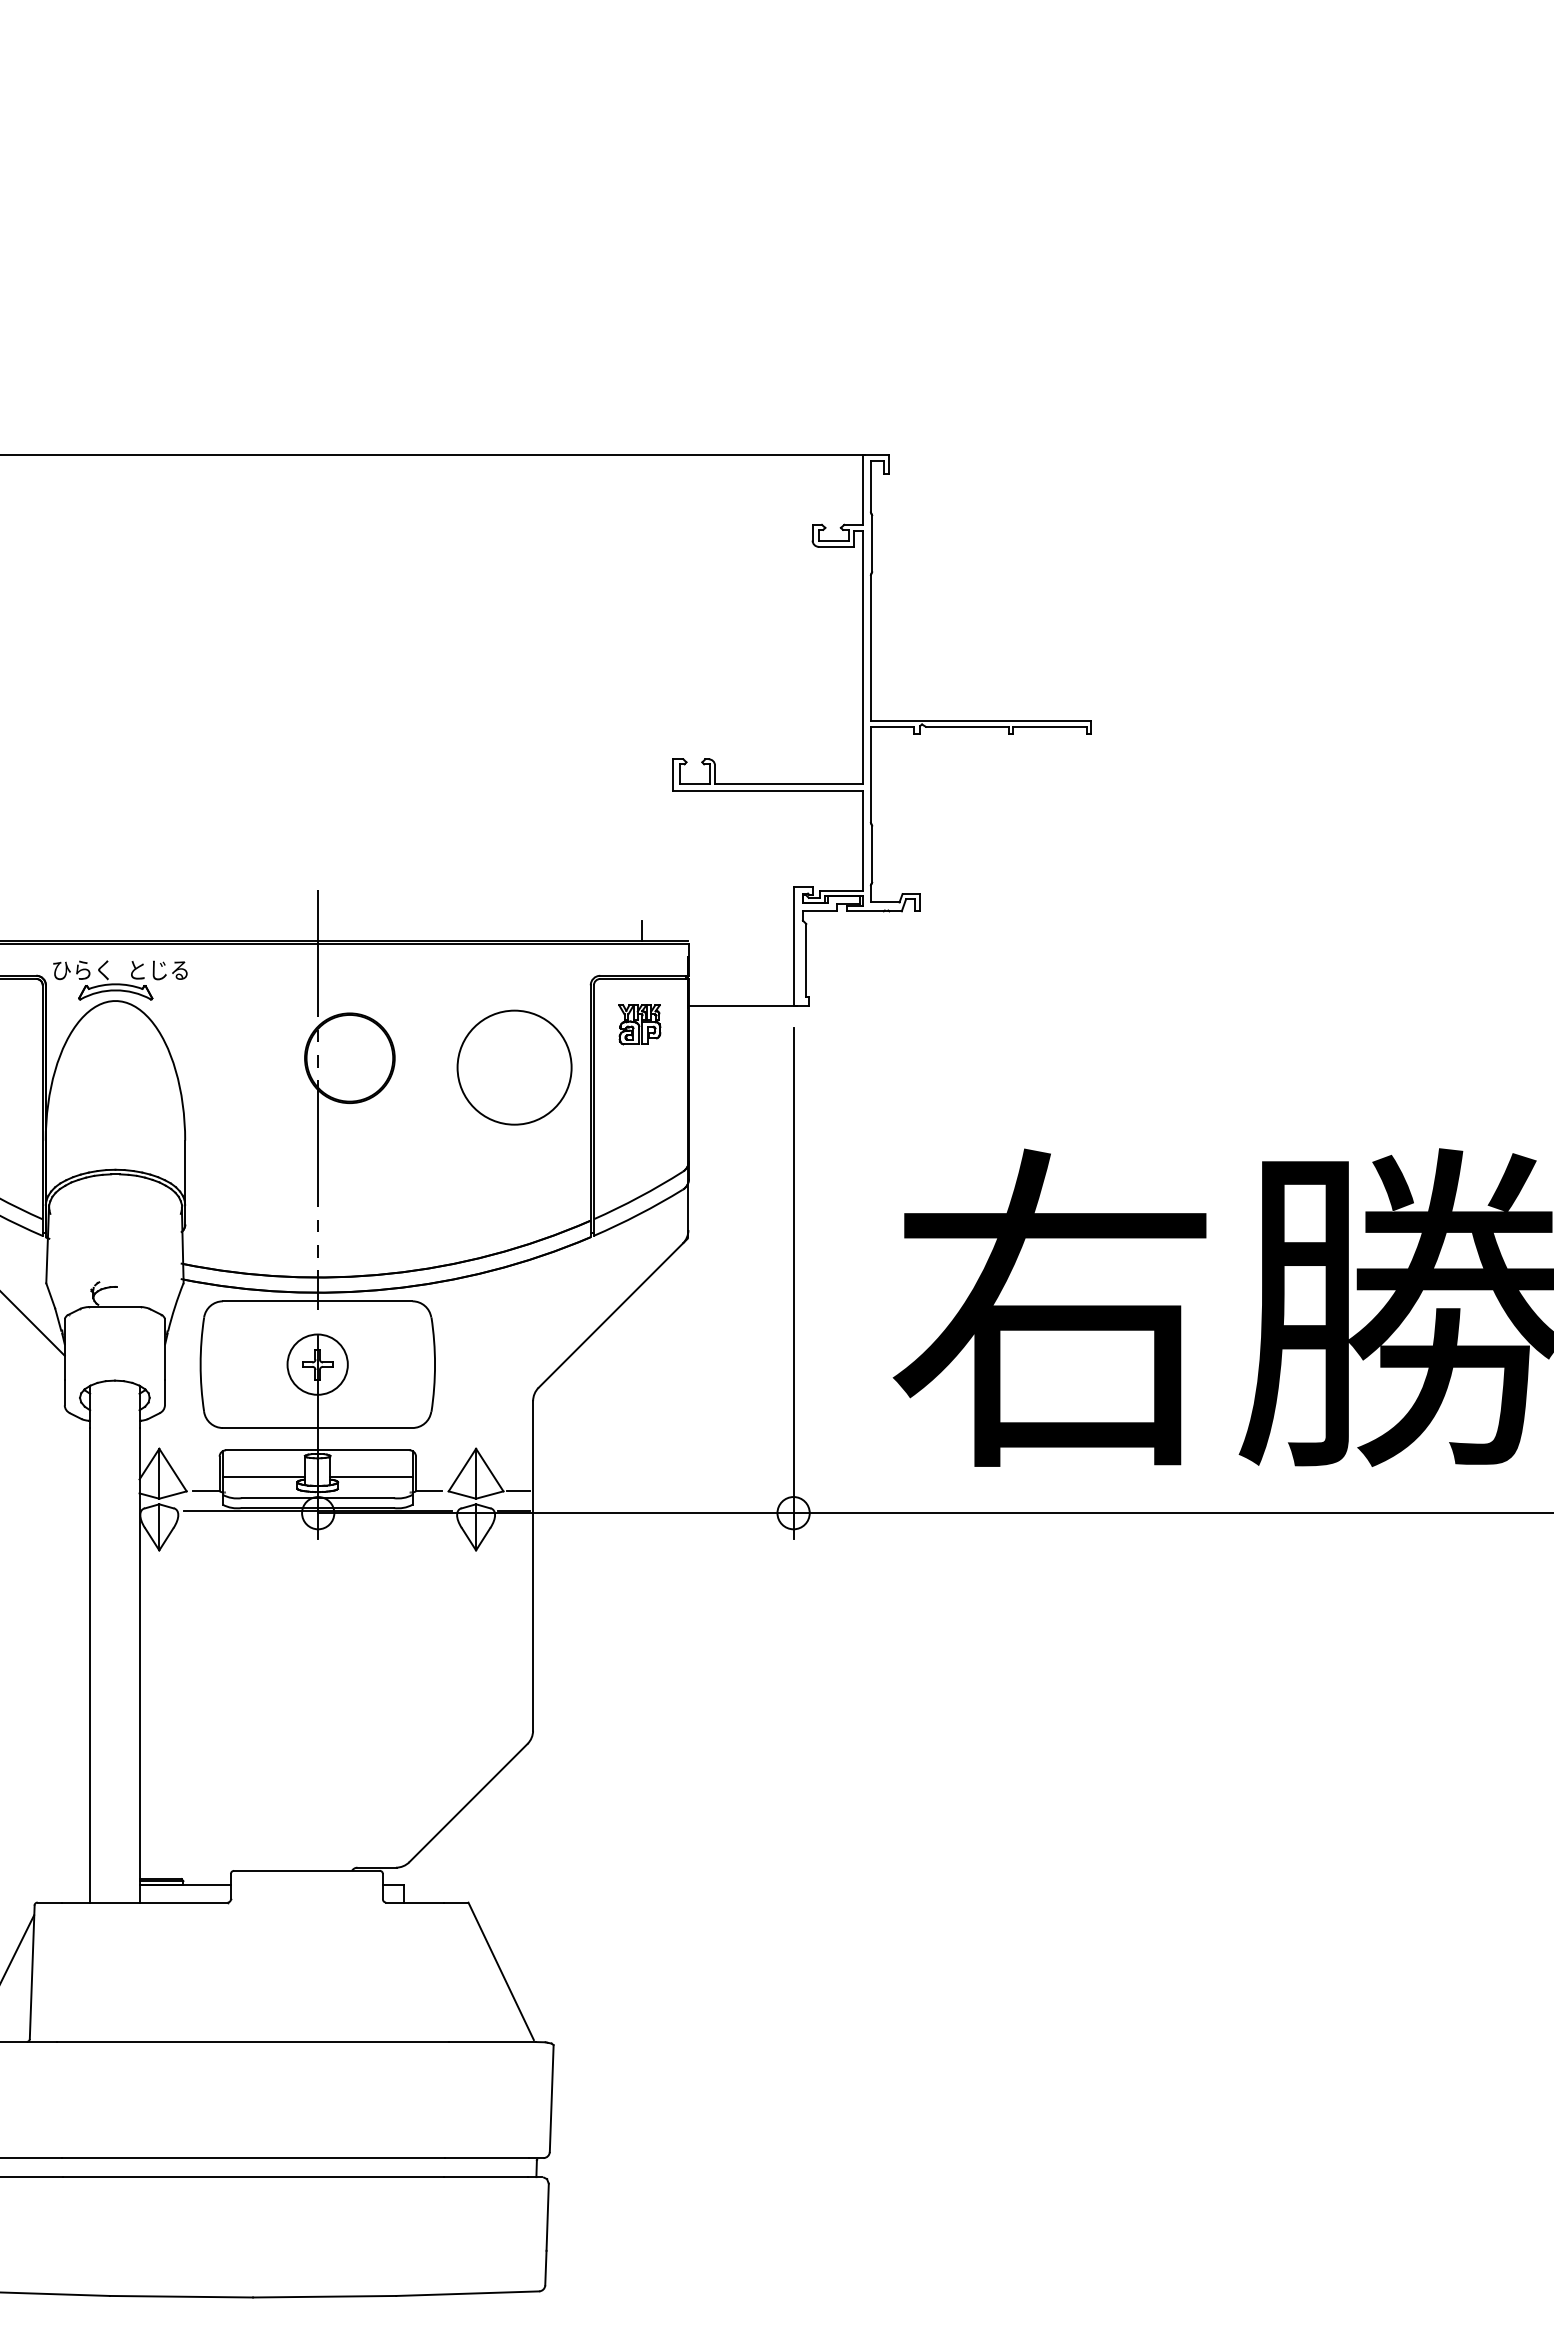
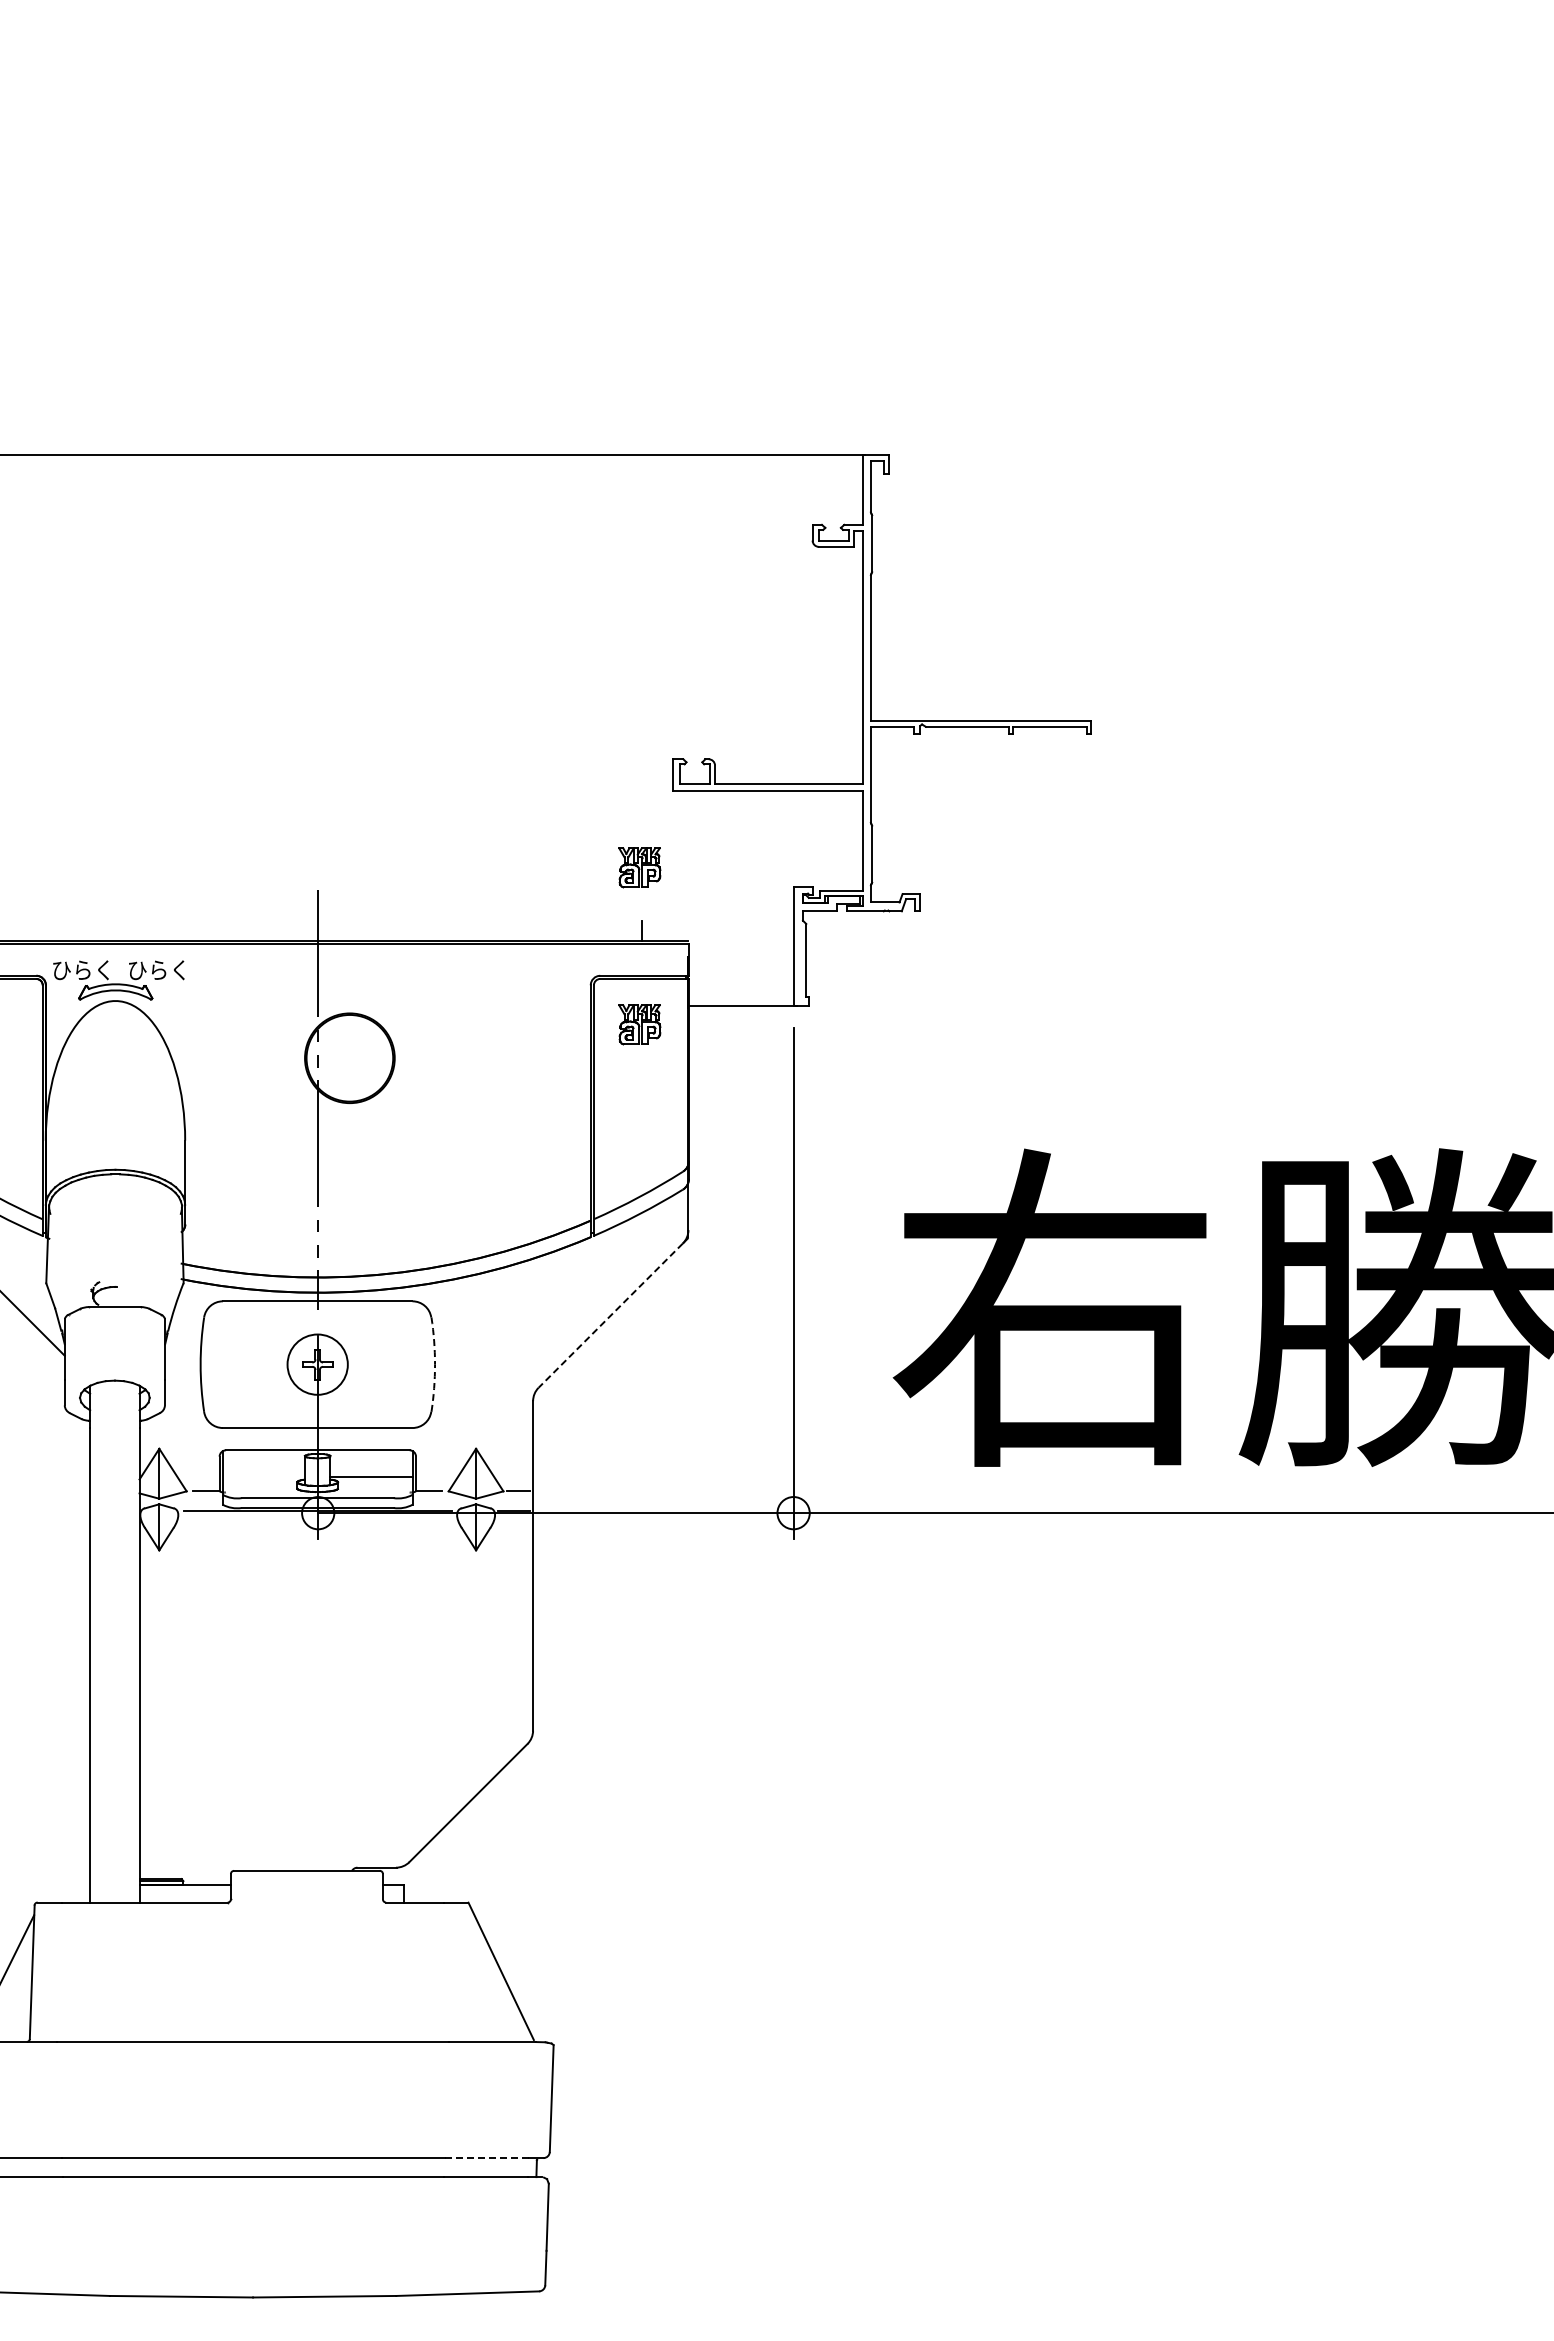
part at (639, 867): none -> present
text at (158, 970): とじる -> ひらく
circle at (514, 1067): present -> none
line at (610, 1315): solid -> dashed
arc at (435, 1364): solid -> dashed
line at (263, 1477): present -> none
line at (487, 2158): solid -> dashed
